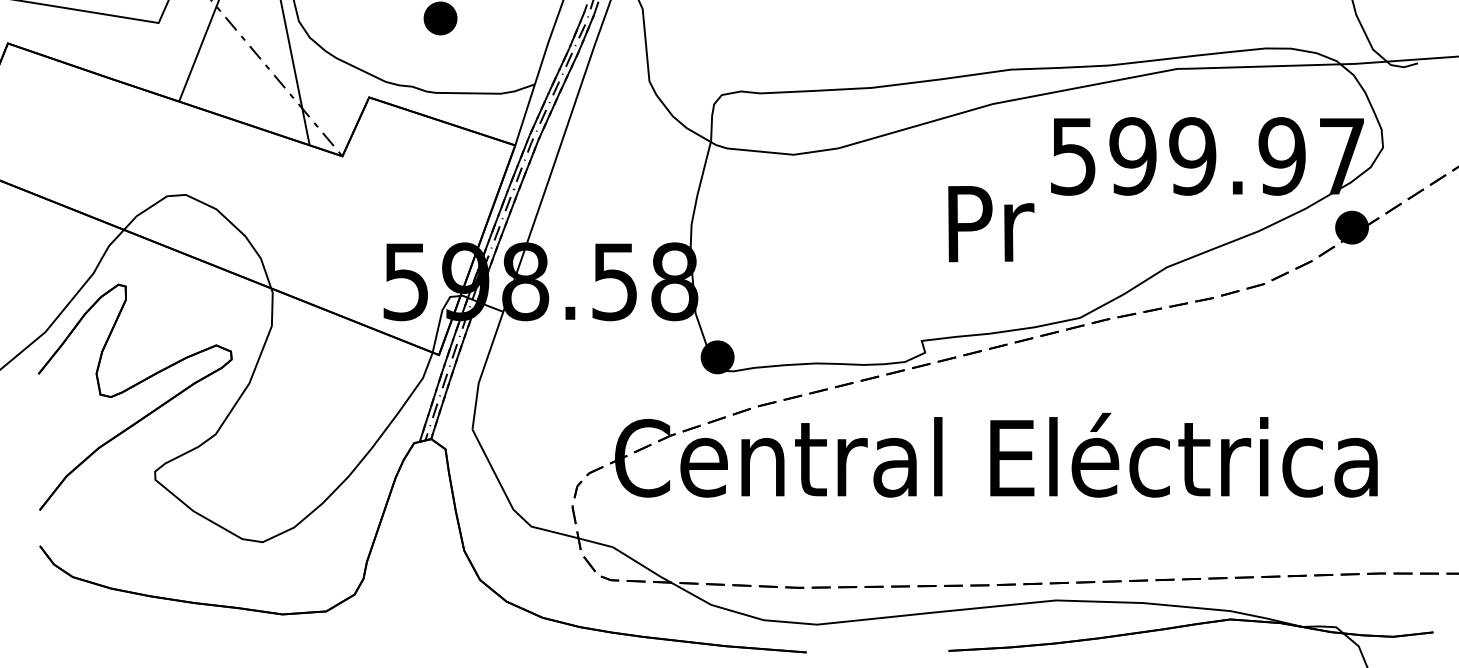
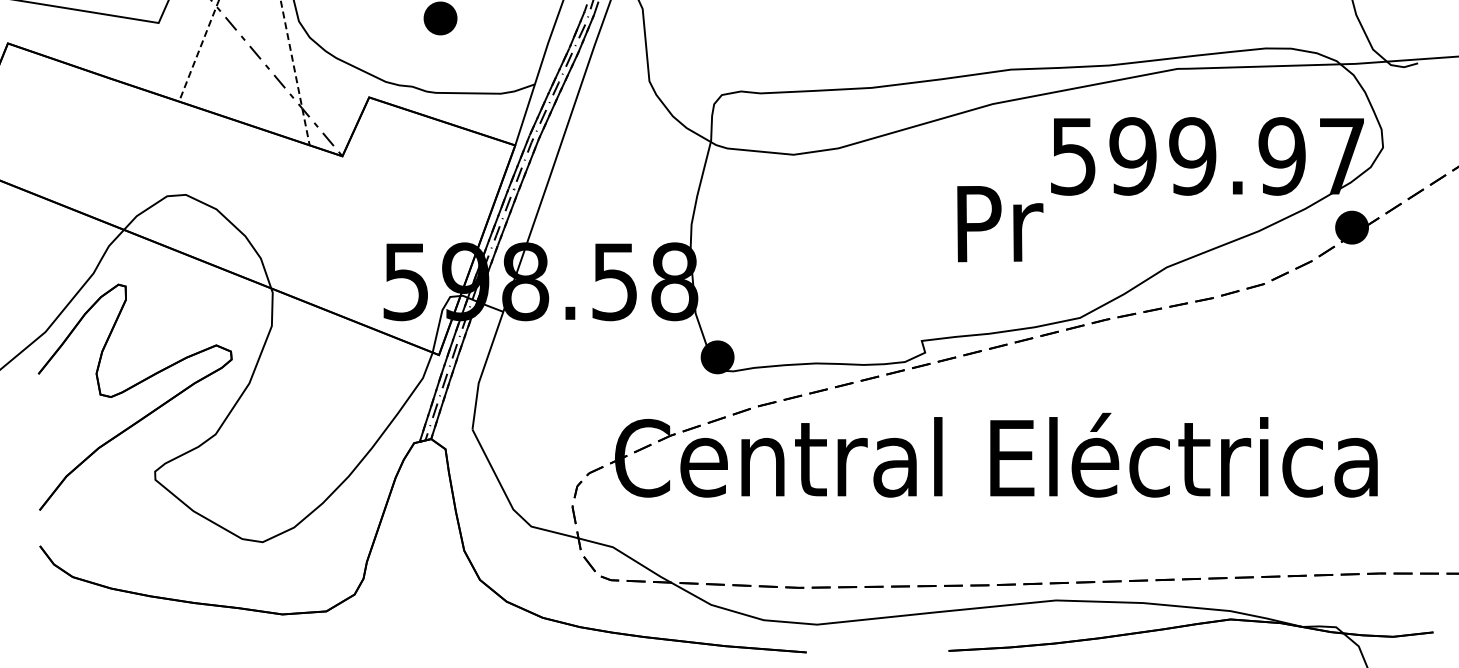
line at (199, 50): solid -> dashed
line at (295, 74): solid -> dashed
text at (991, 224) position: (991, 224) -> (1000, 224)
